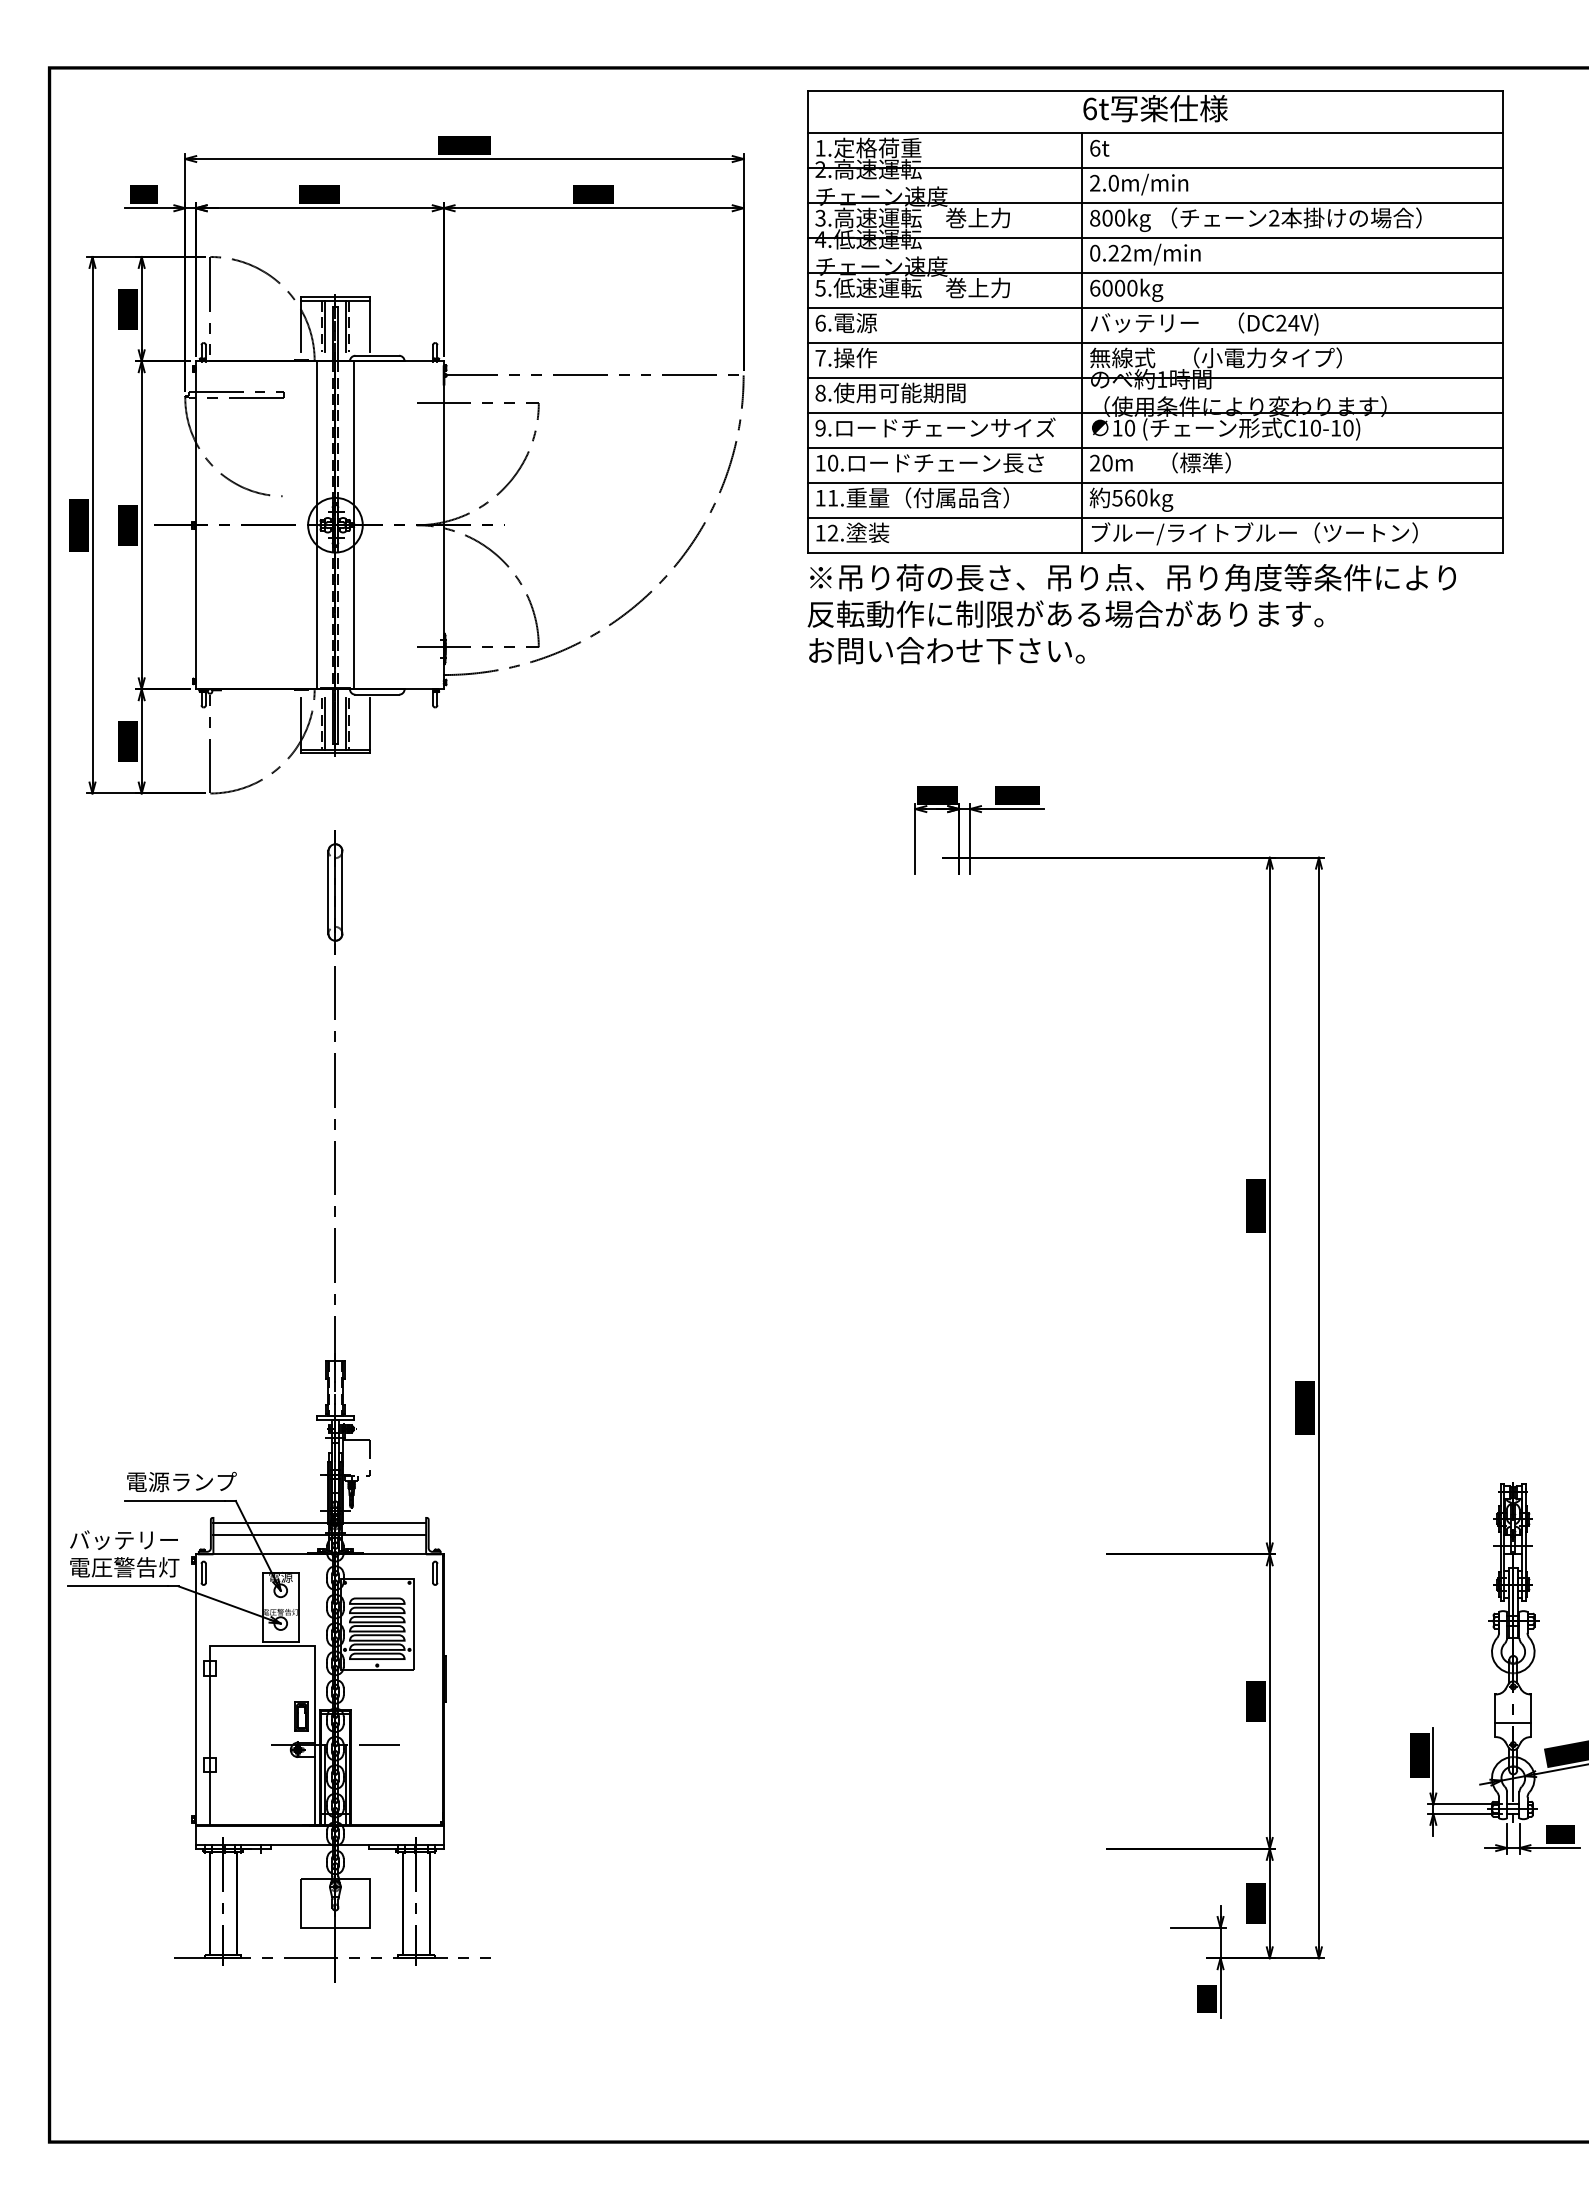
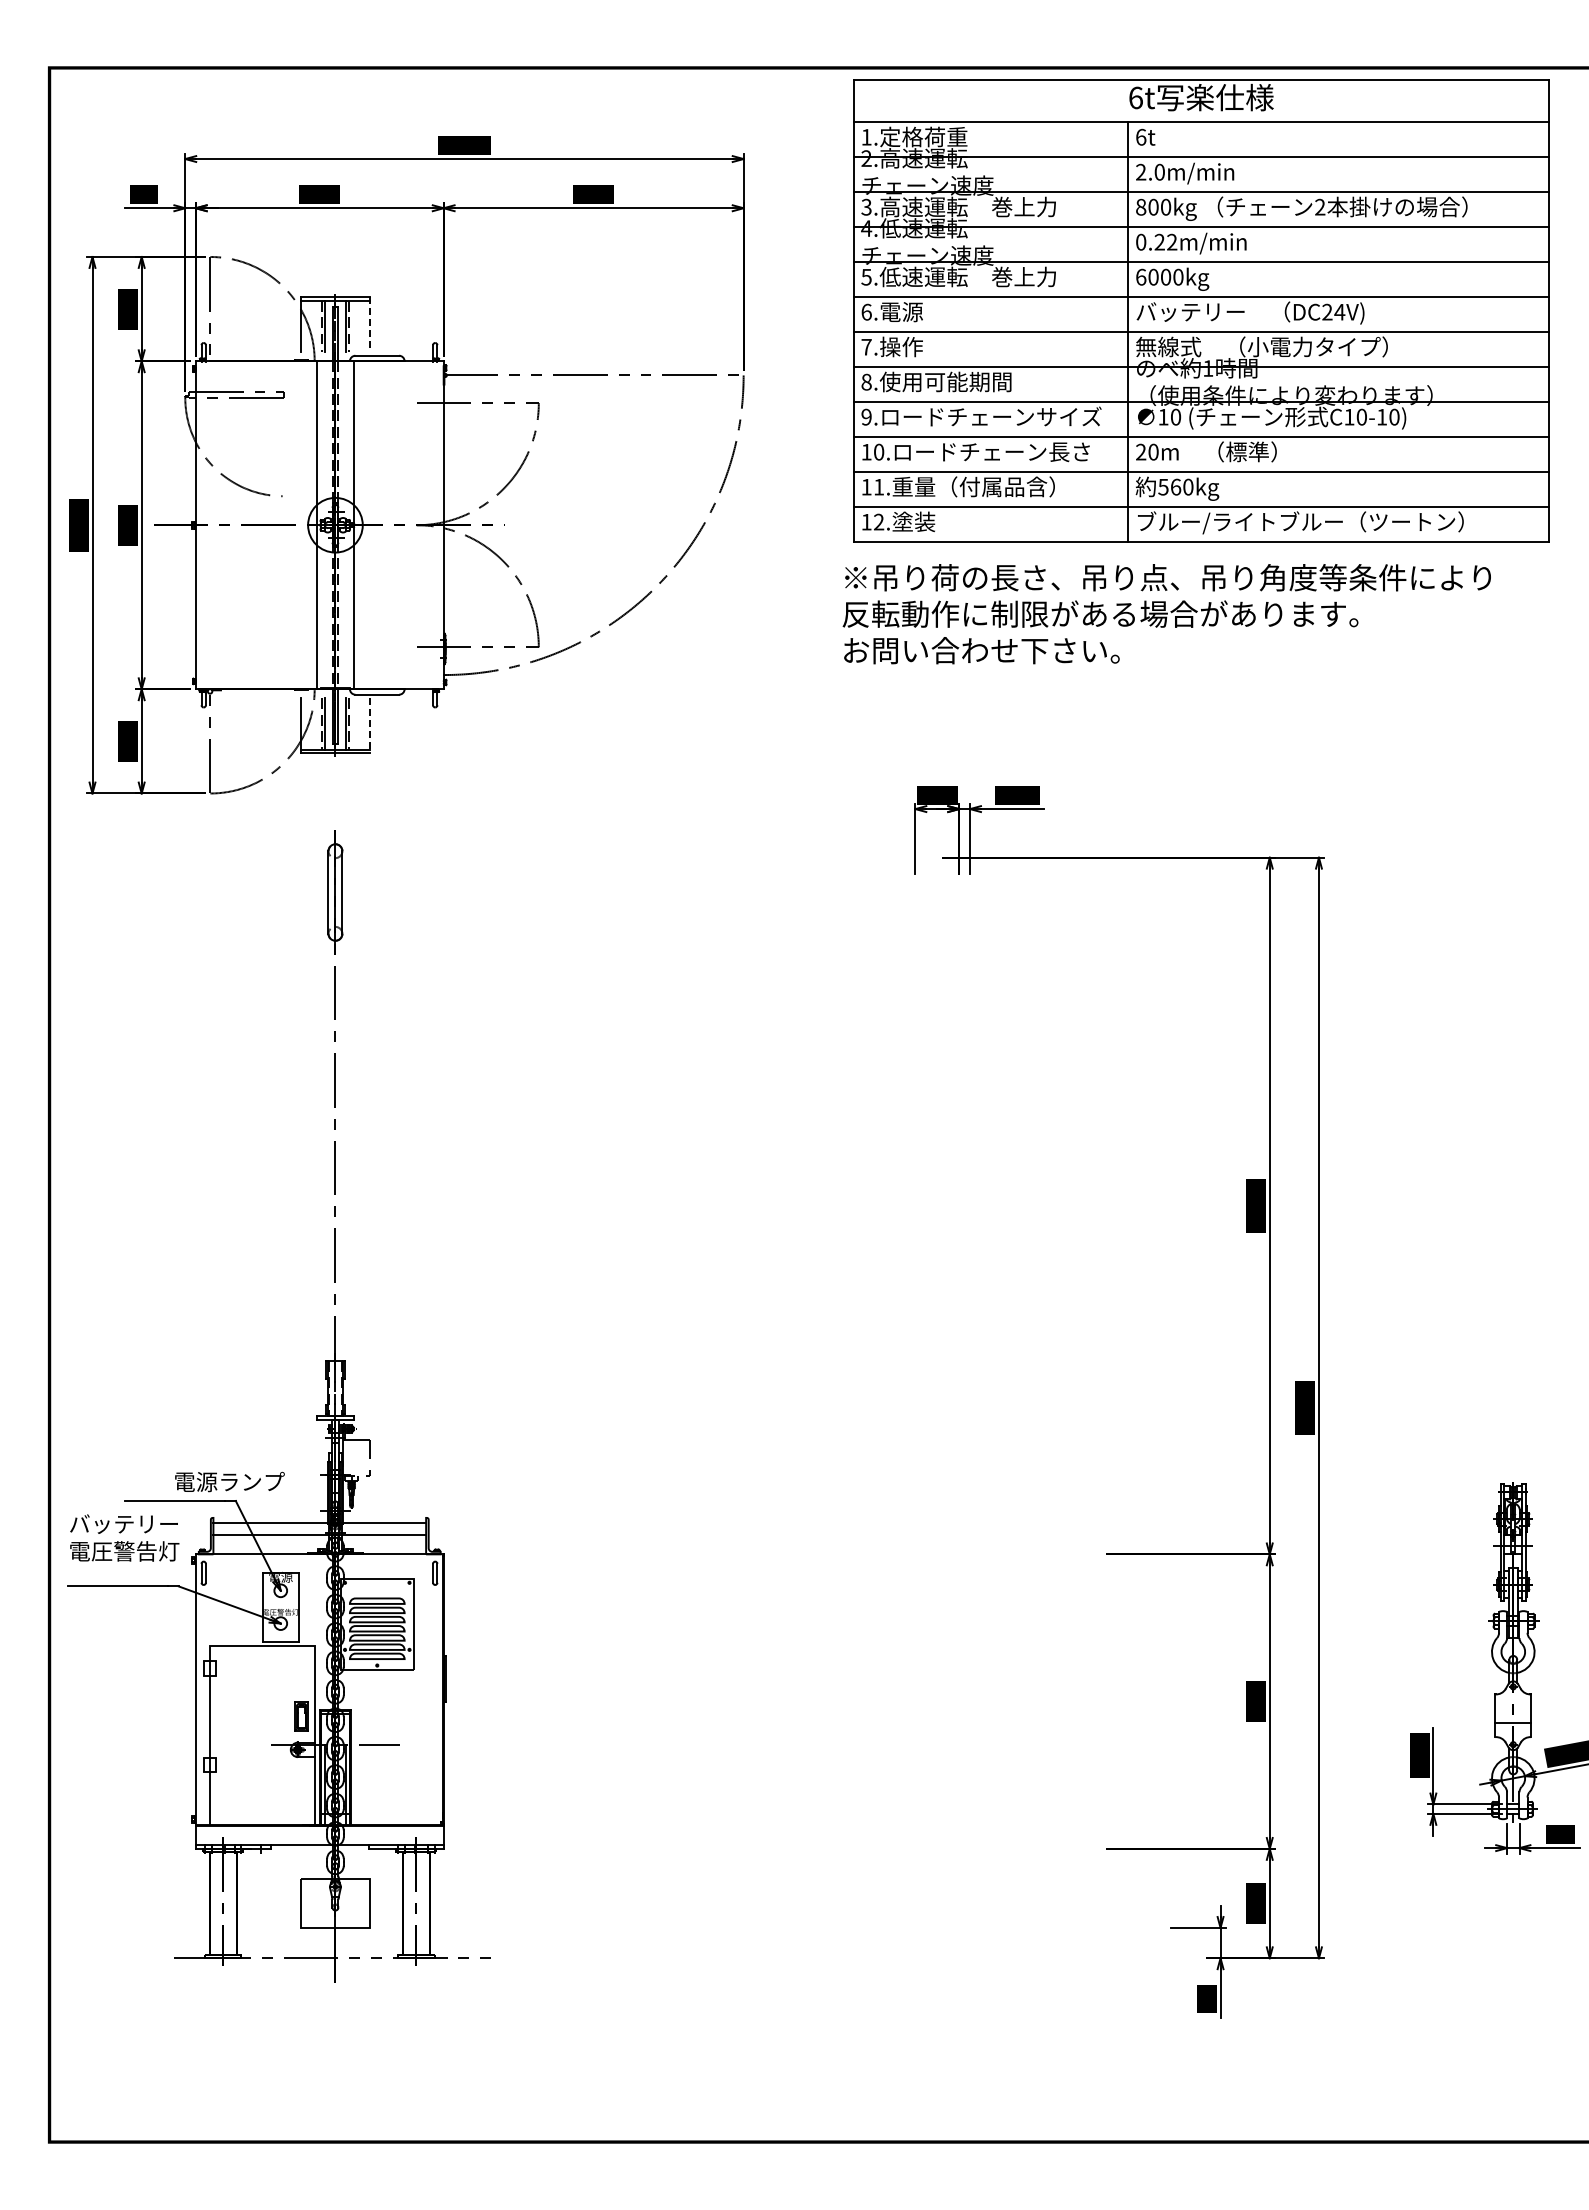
part at (1155, 321) position: (1155, 321) -> (1201, 310)
line at (370, 325): solid -> dashed
text at (1131, 614) position: (1131, 614) -> (1166, 614)
line at (370, 726): solid -> dashed
text at (181, 1481) position: (181, 1481) -> (229, 1481)
text at (124, 1553) position: (124, 1553) -> (124, 1537)
